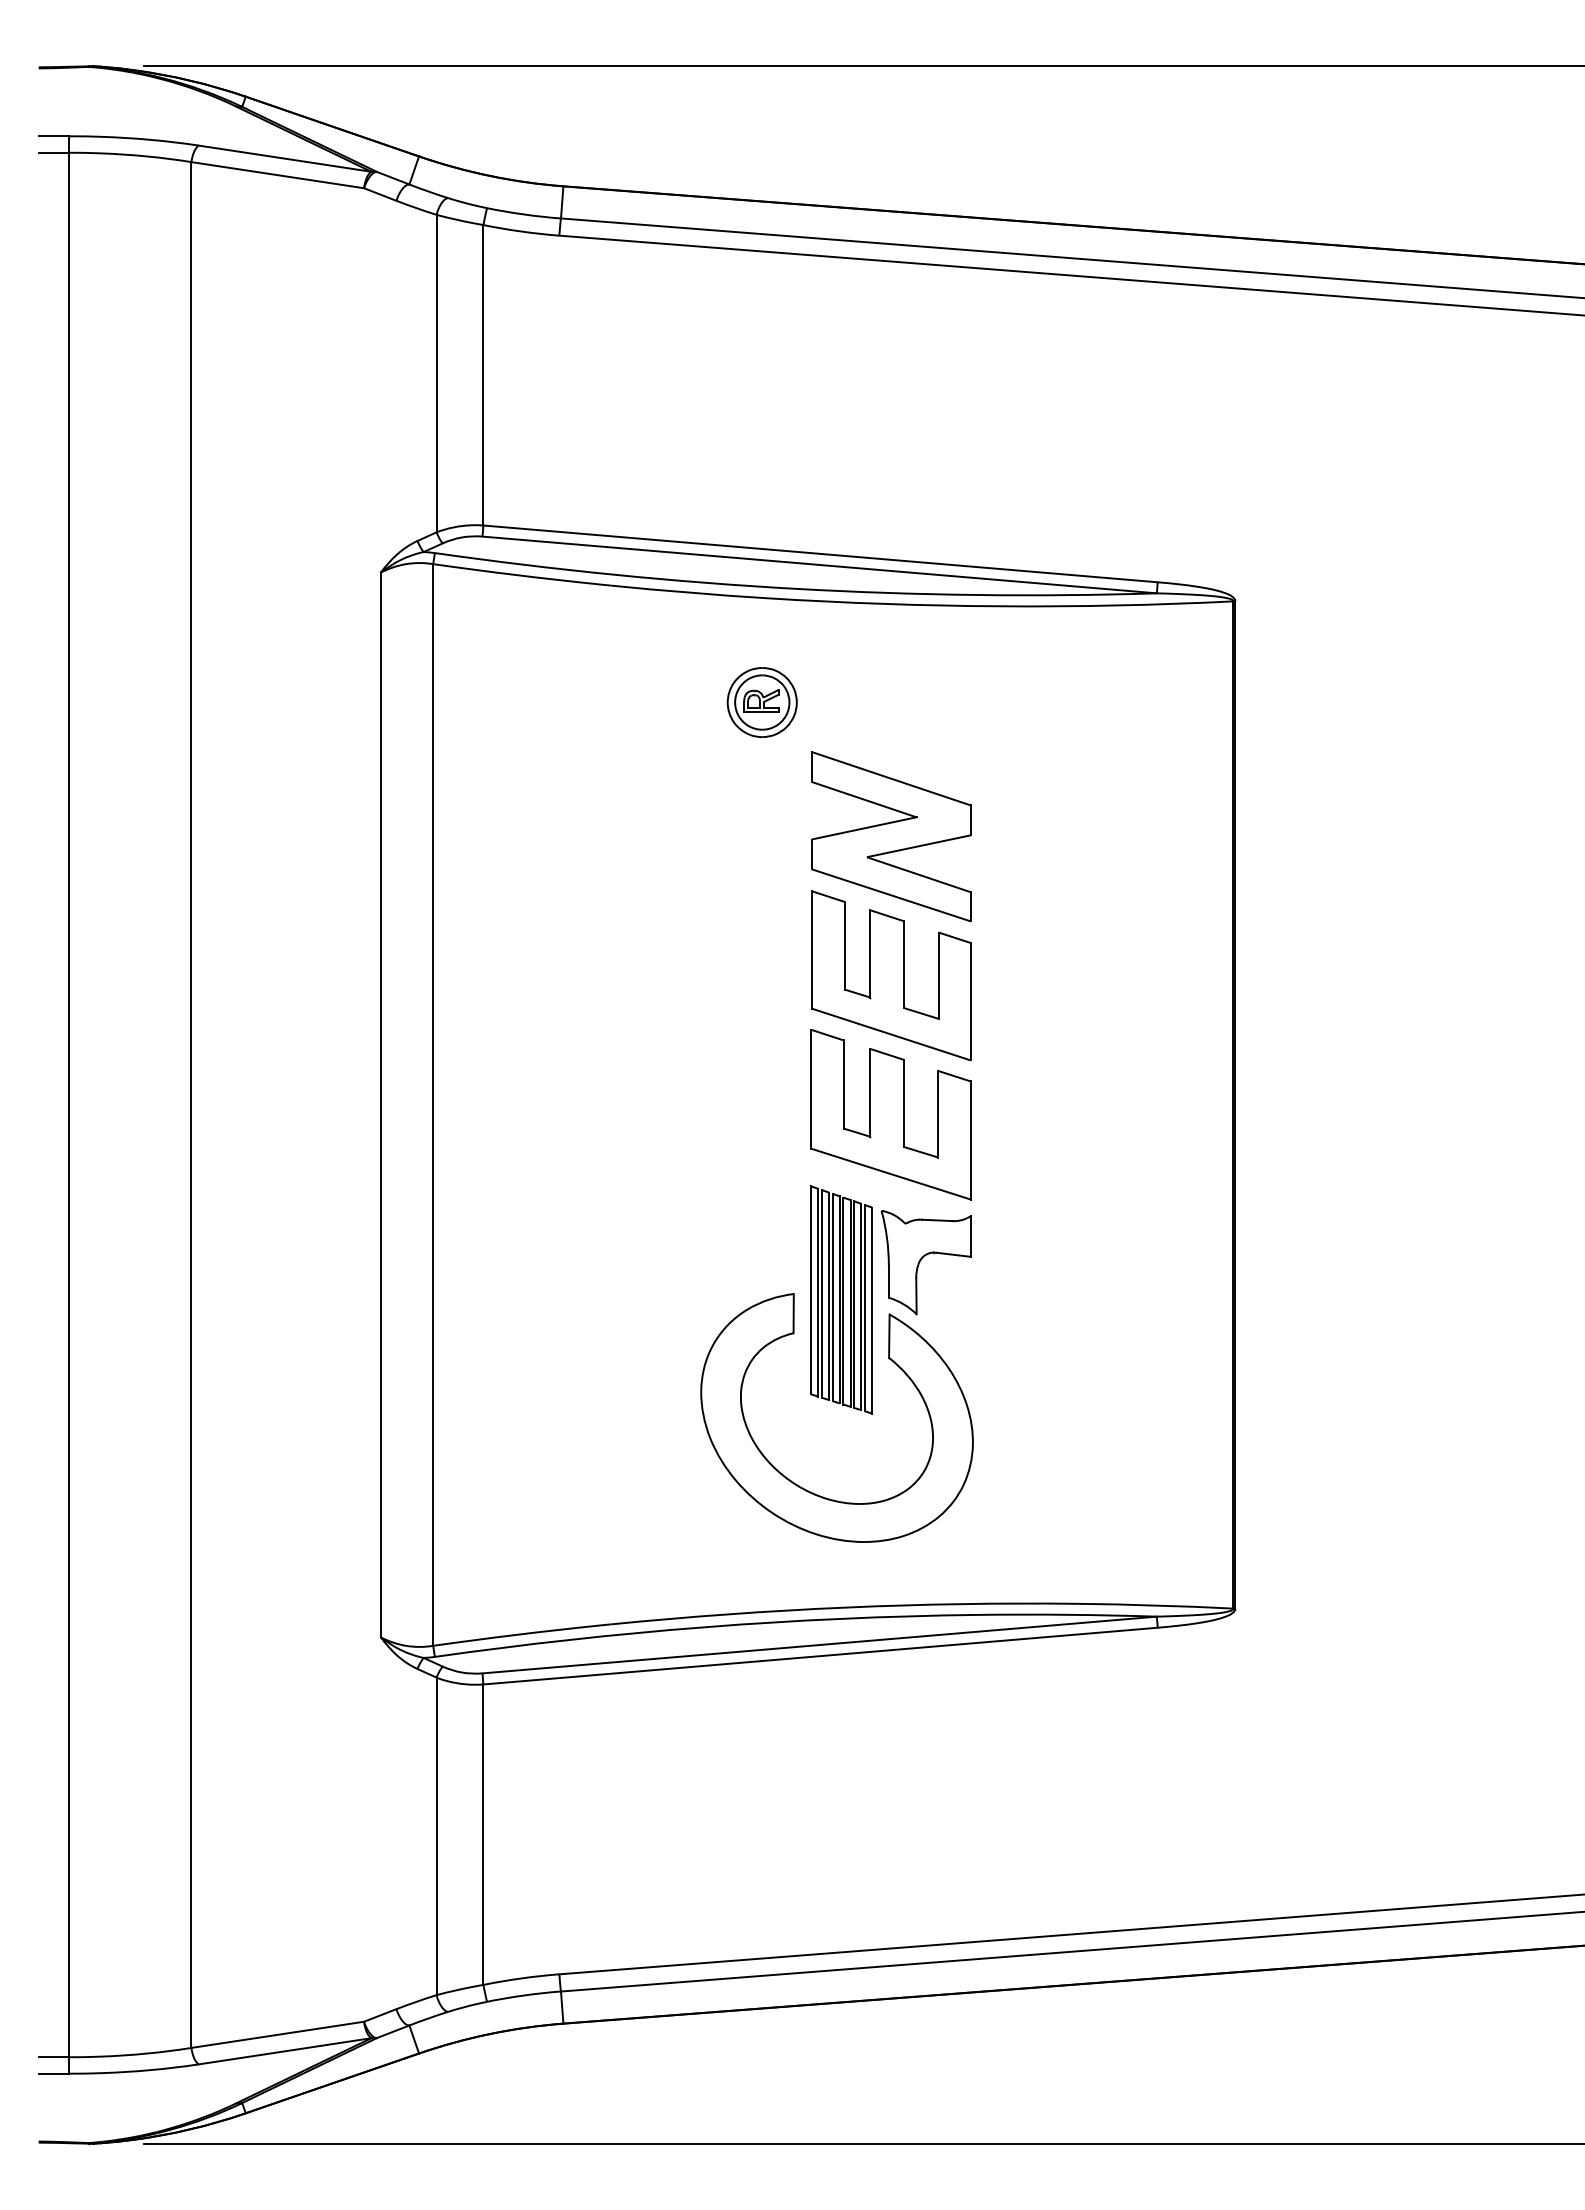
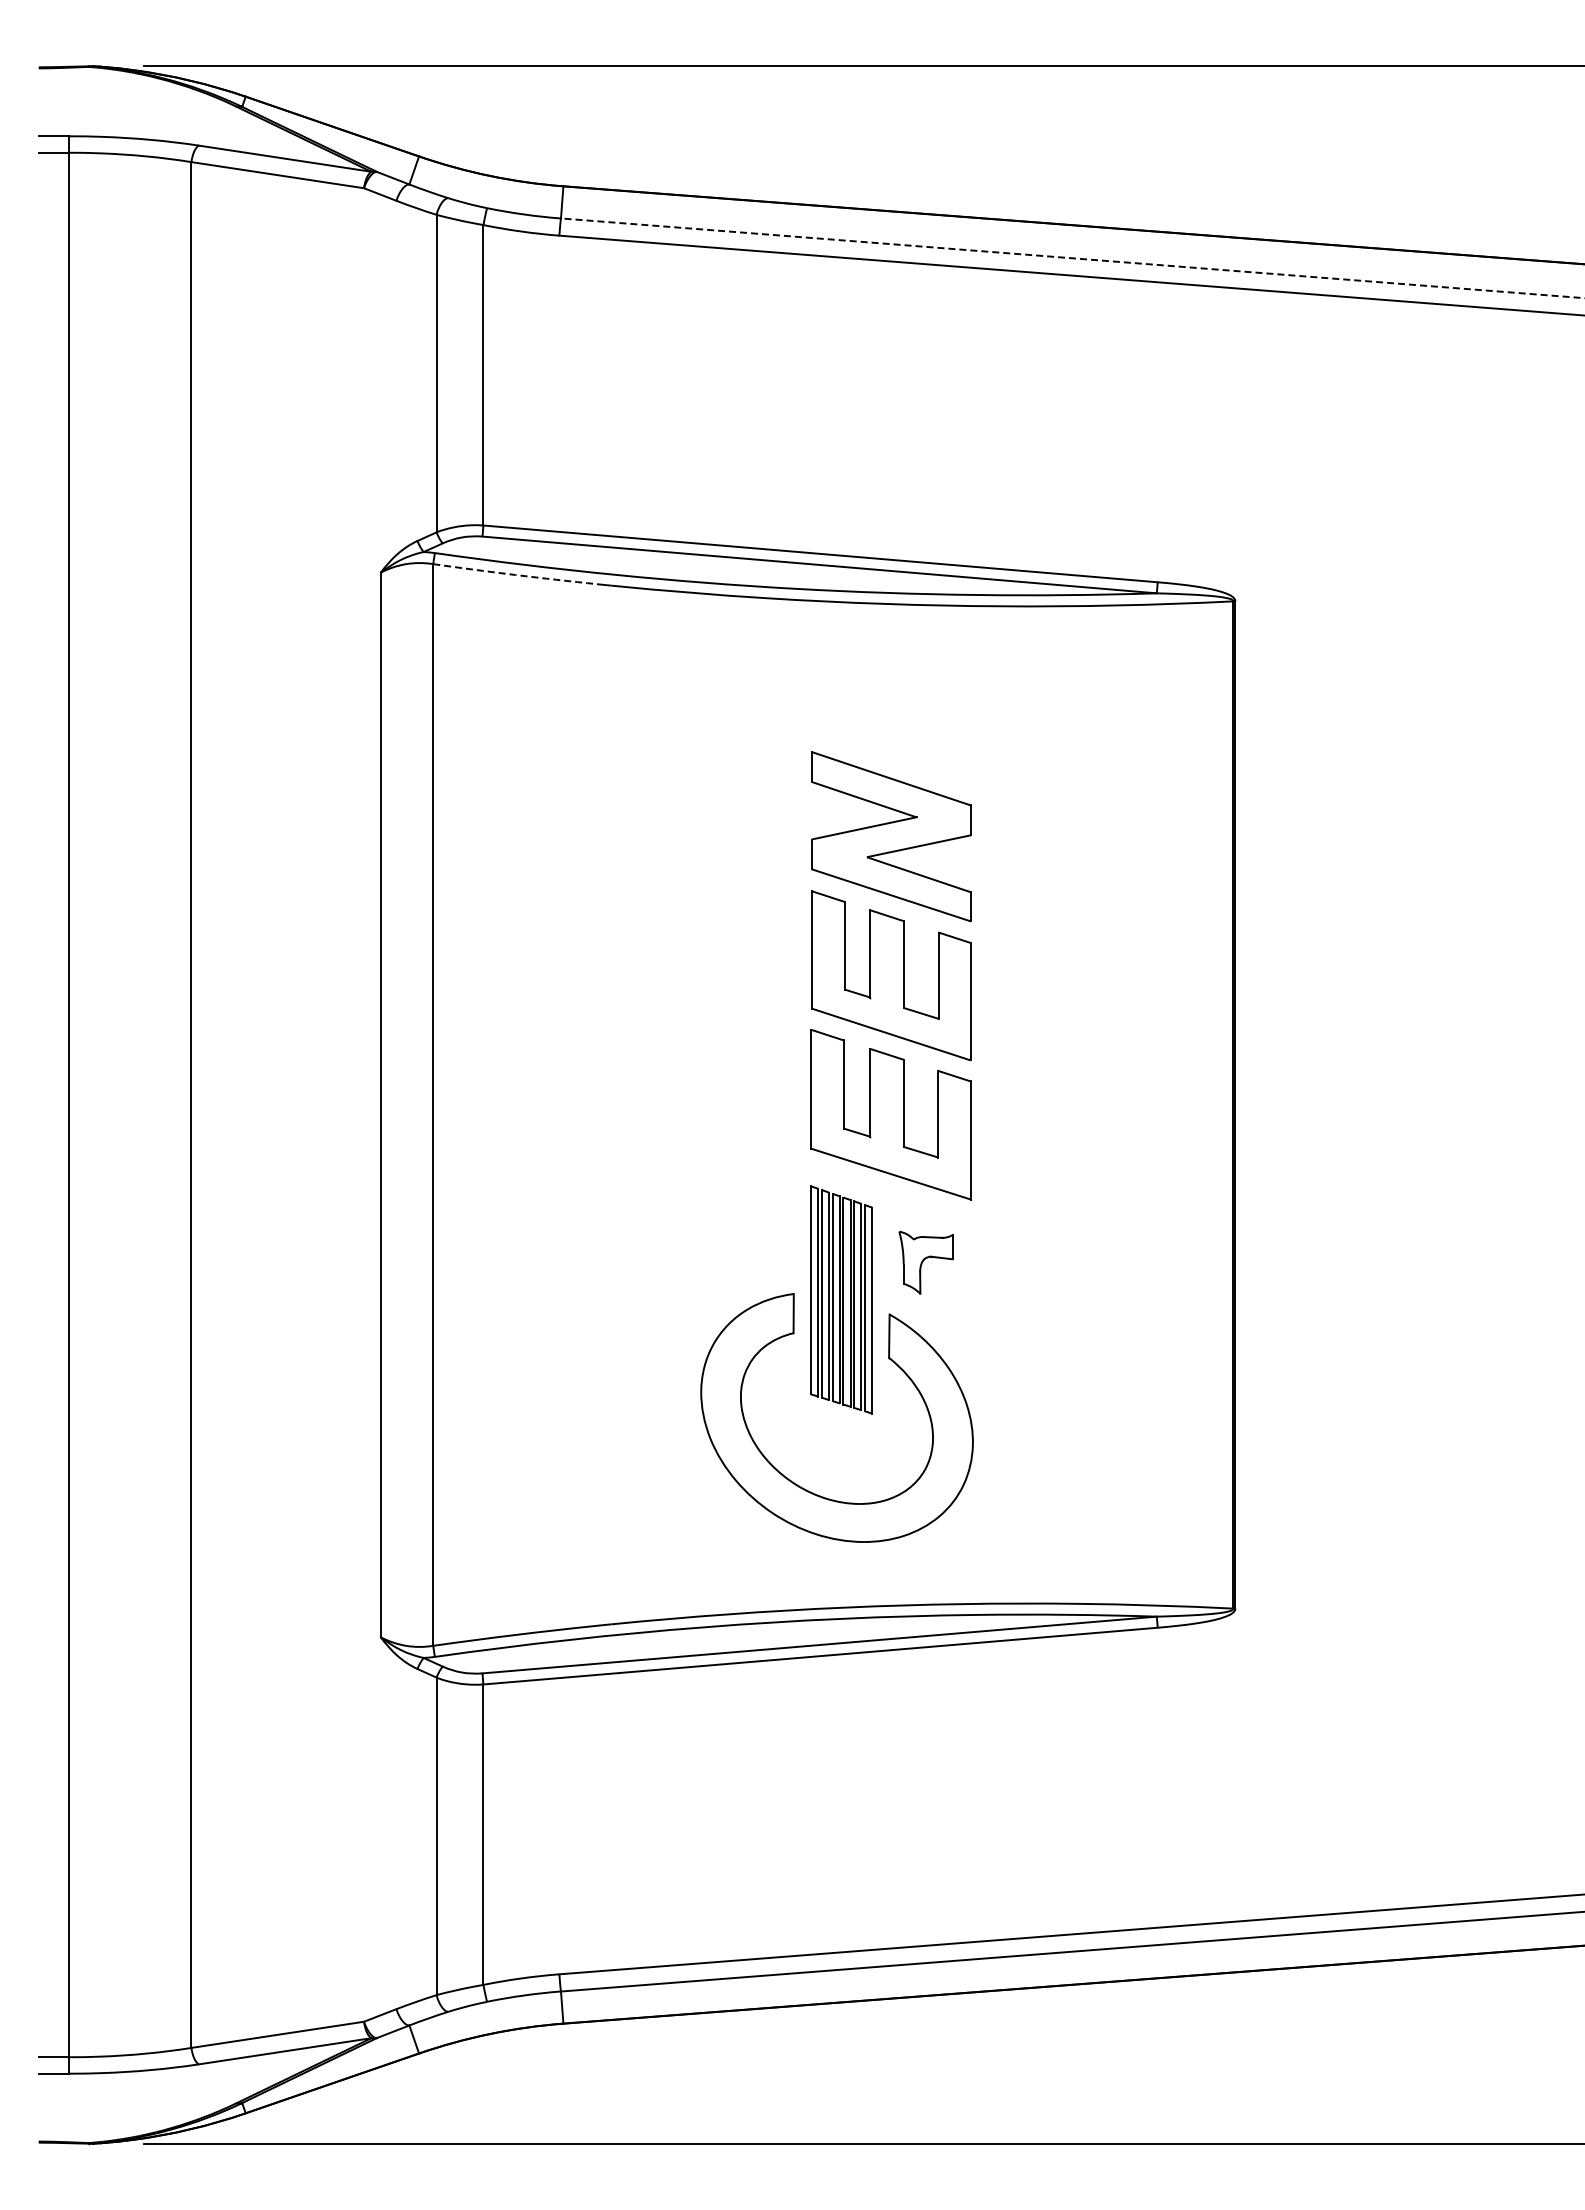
line at (1072, 258): solid -> dashed
arc at (515, 574): solid -> dashed
part at (761, 702): present -> none
part at (925, 1262) size: 92x106 px -> 56x64 px
